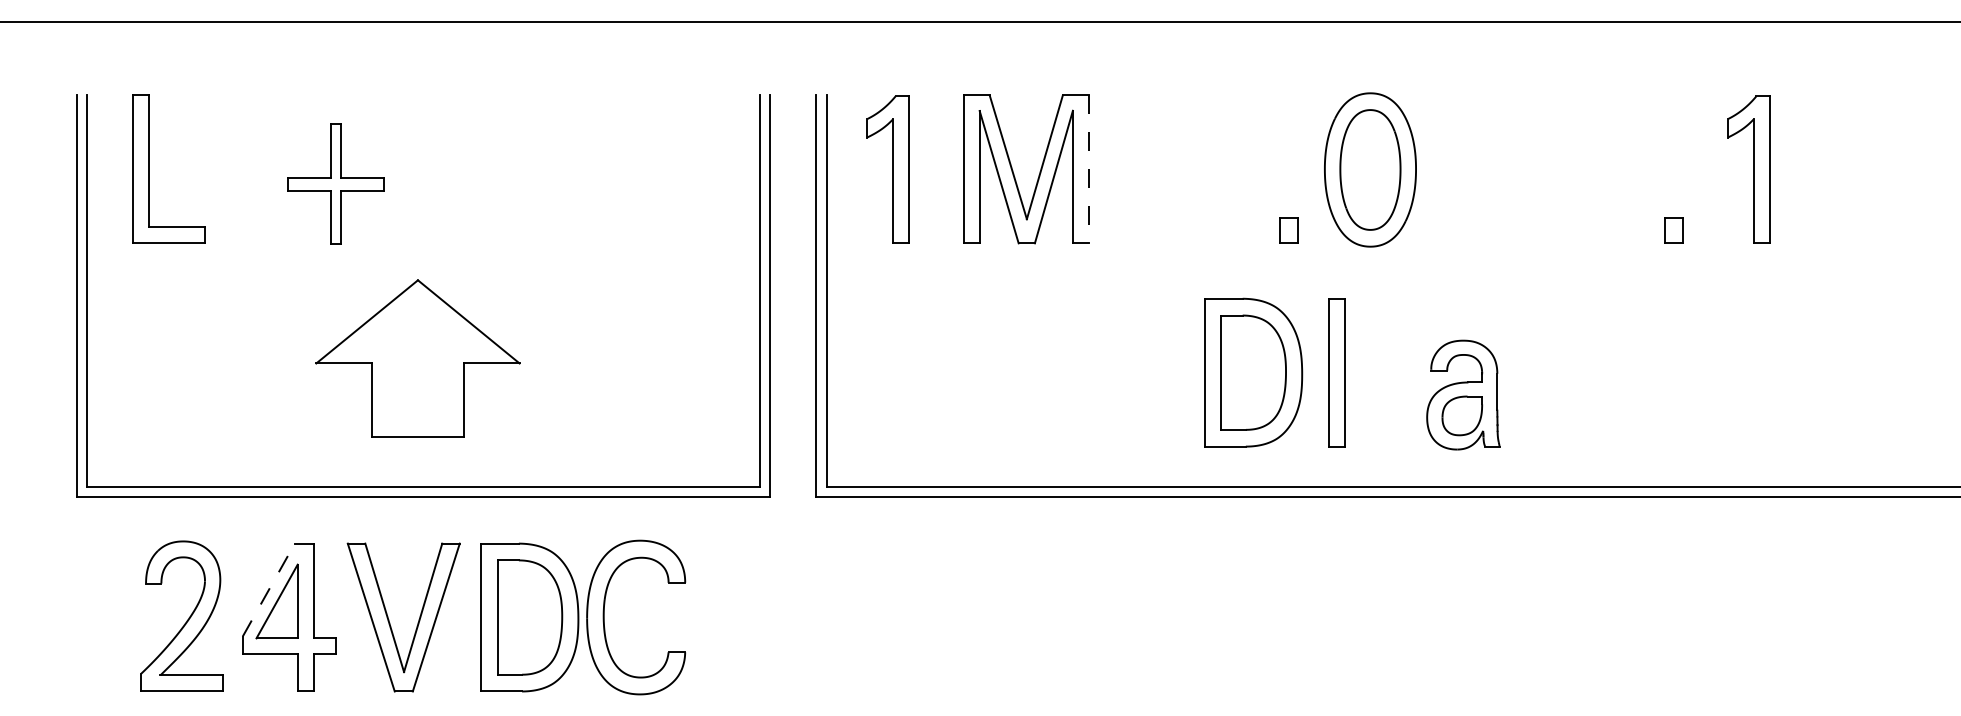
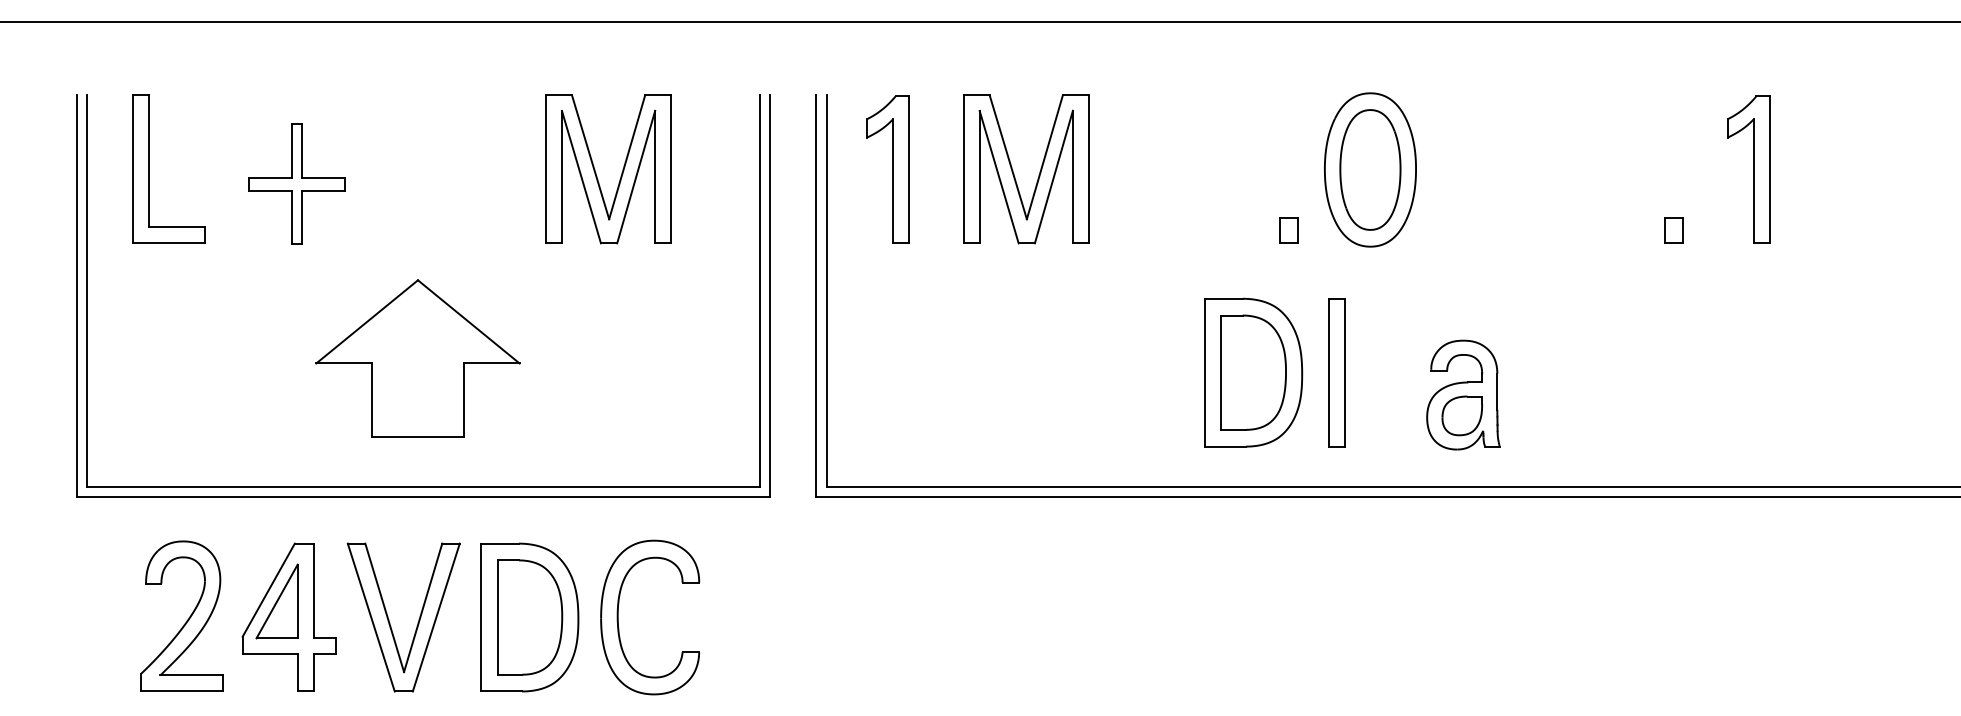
line at (1089, 169): dashed -> solid
part at (596, 172): none -> present
part at (335, 183) position: (335, 183) -> (296, 183)
line at (269, 589): dashed -> solid
part at (604, 617) position: (604, 617) -> (618, 617)
